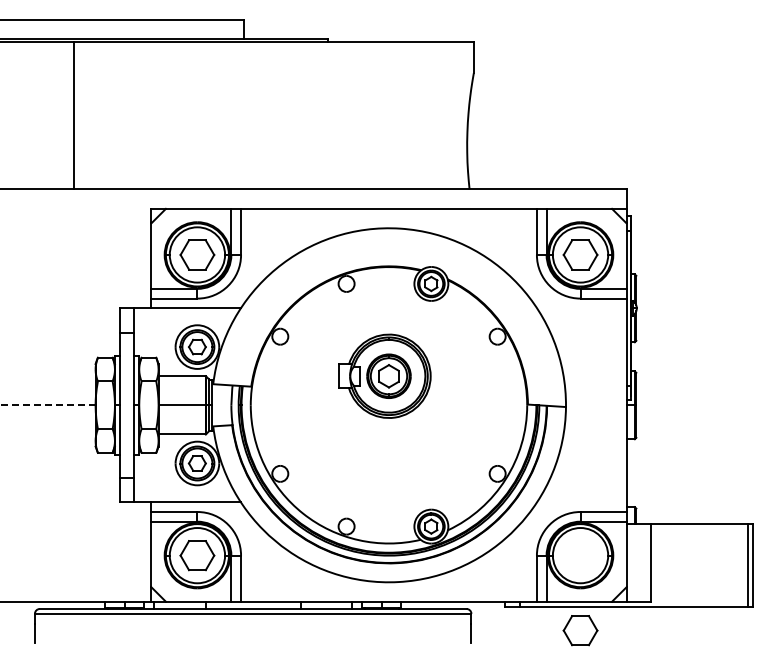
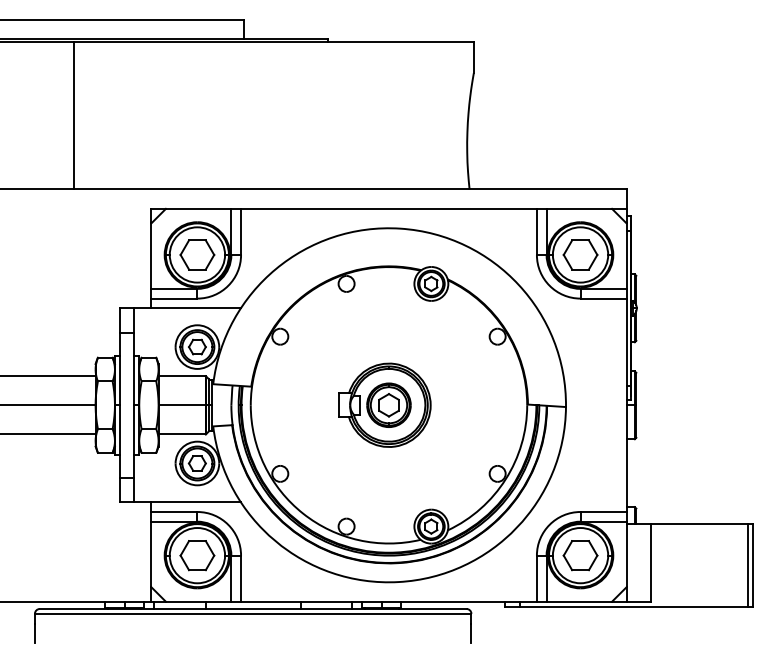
part at (384, 375) position: (384, 375) -> (384, 404)
line at (48, 376): none -> present
line at (47, 405): dashed -> solid
line at (48, 434): none -> present
part at (580, 630) position: (580, 630) -> (580, 555)
